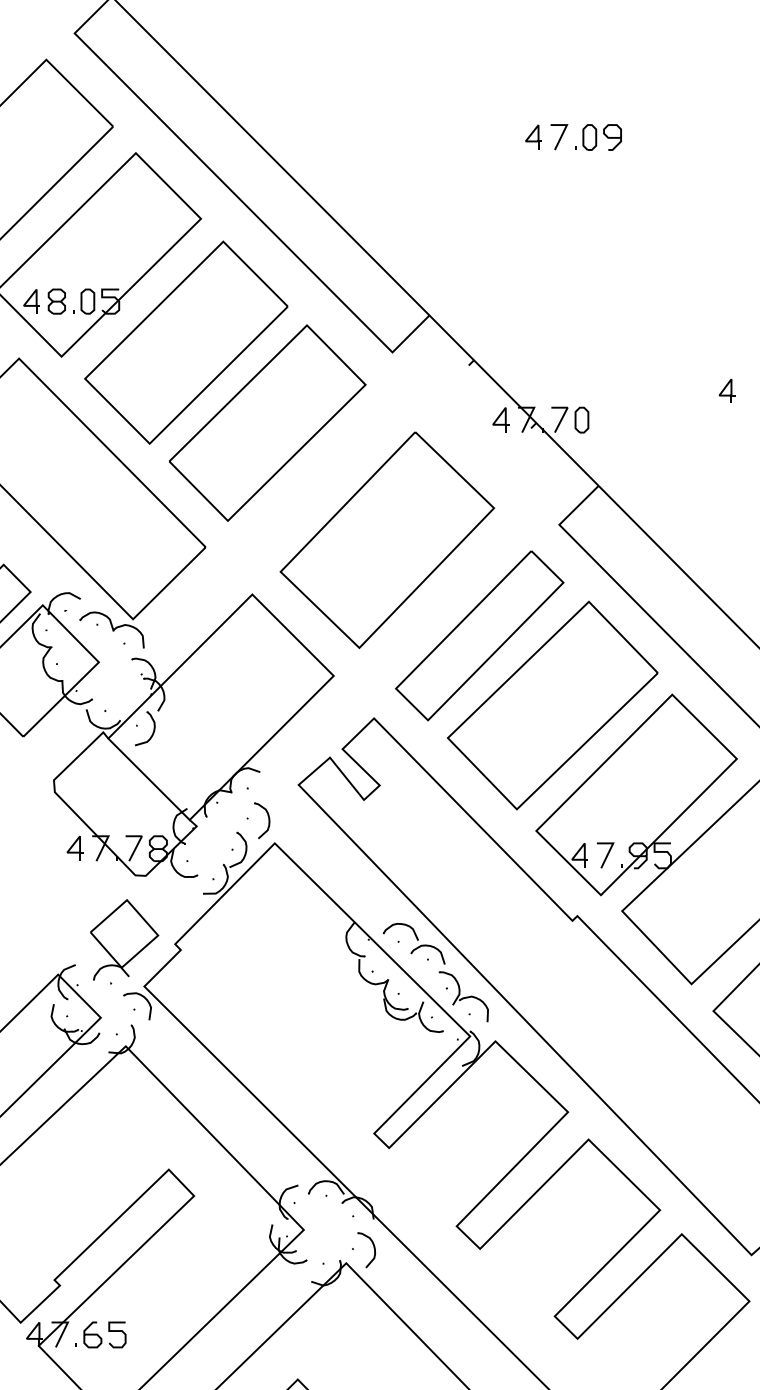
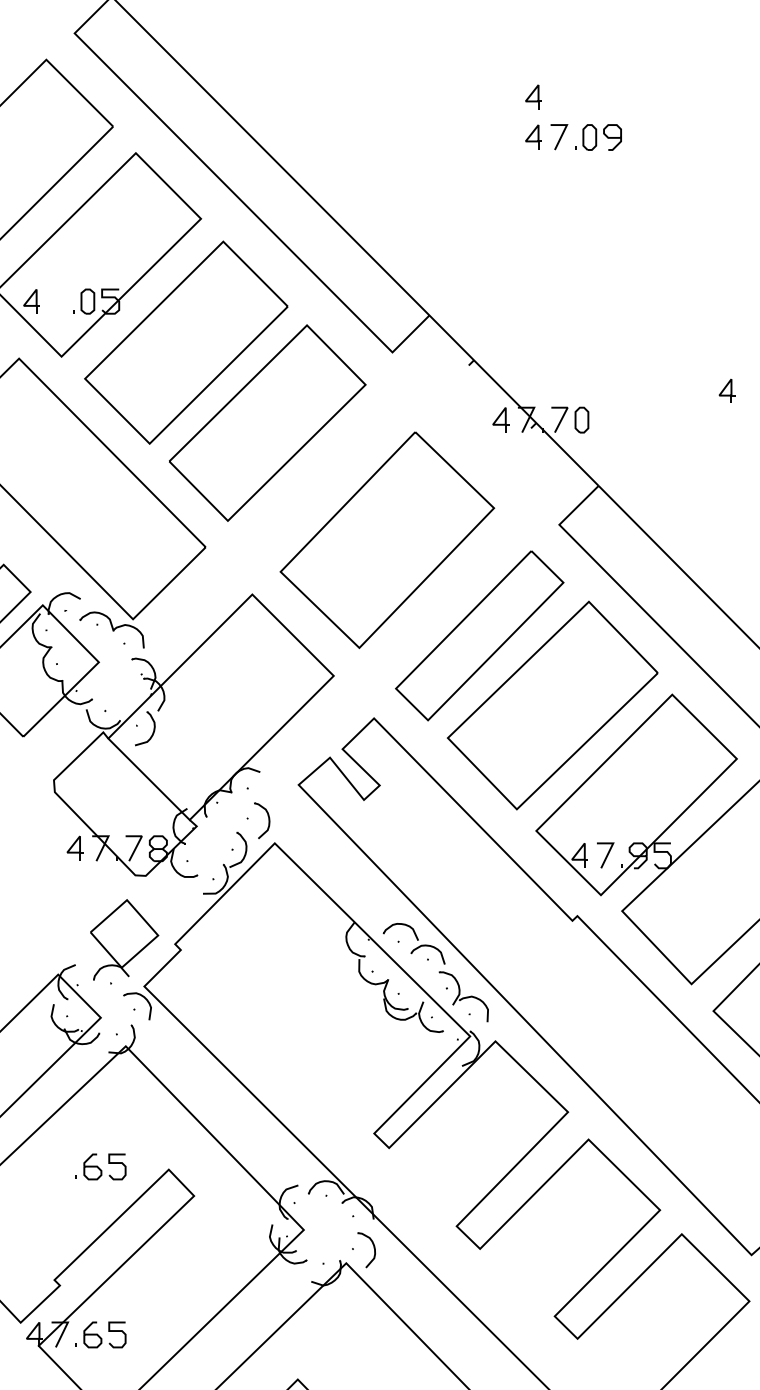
part at (533, 96): none -> present
part at (56, 301): present -> none
part at (100, 1166): none -> present
